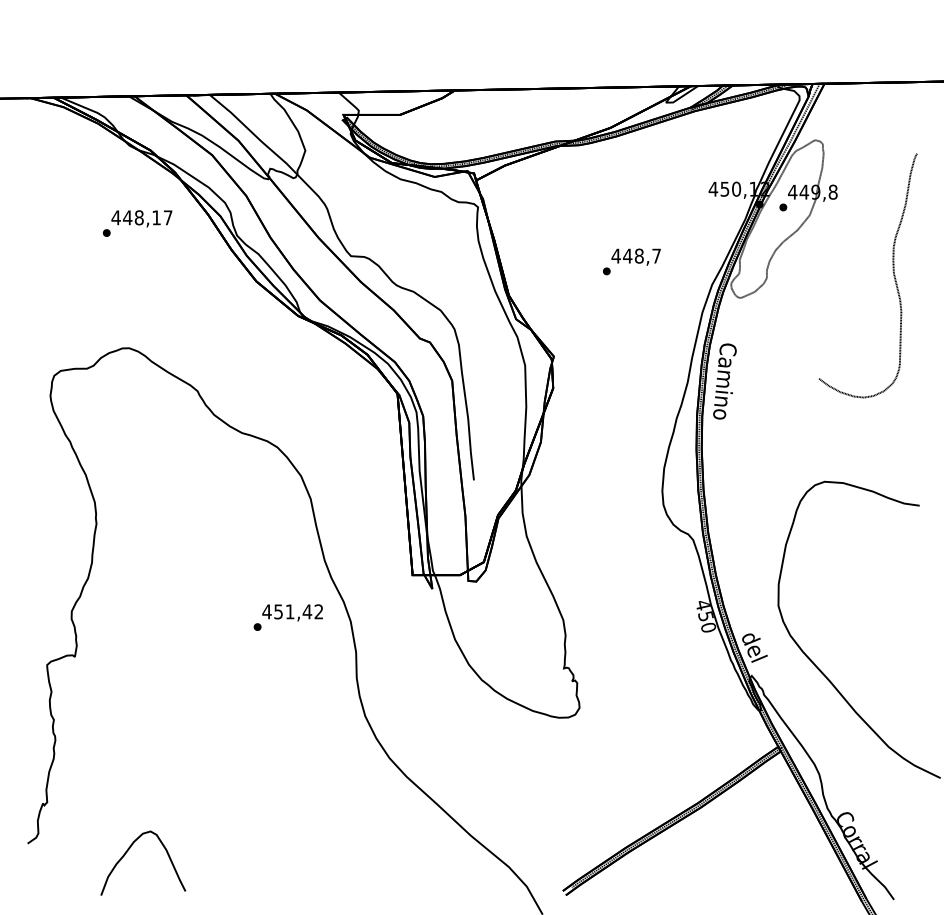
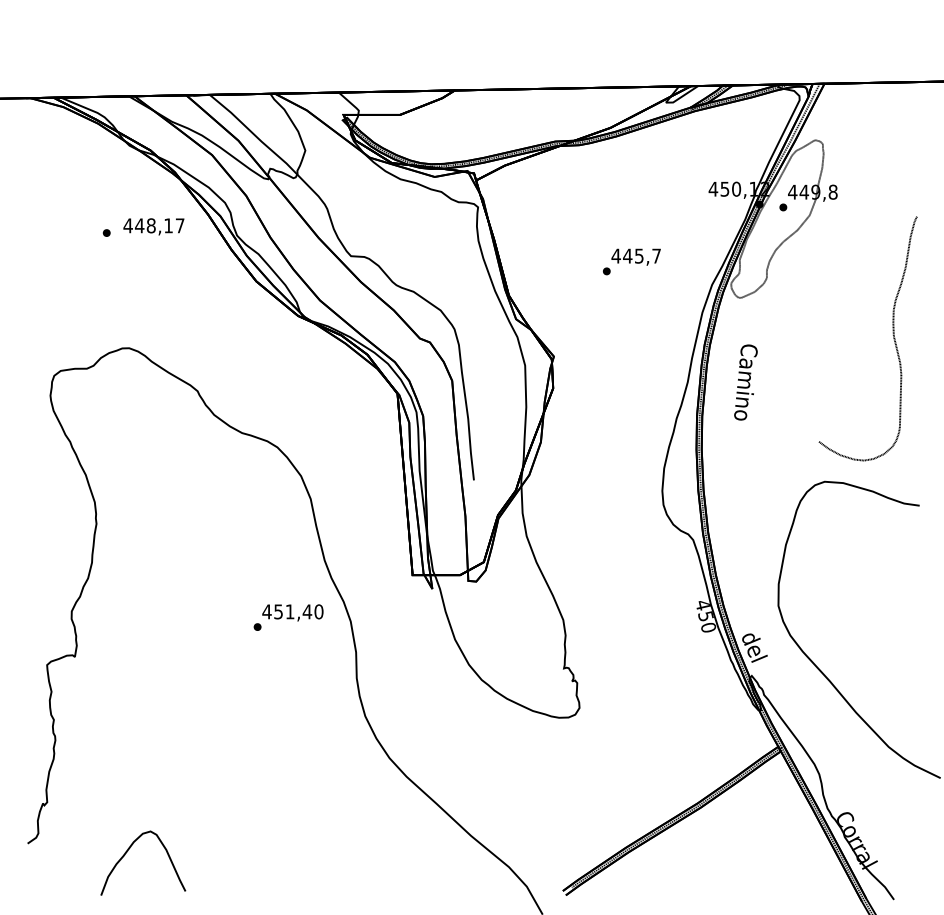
text at (141, 218) position: (141, 218) -> (153, 226)
text at (638, 255): 448,7 -> 445,7
curve at (892, 270) position: (892, 270) -> (892, 333)
text at (724, 381) position: (724, 381) -> (745, 382)
text at (318, 611): 451,42 -> 451,40
